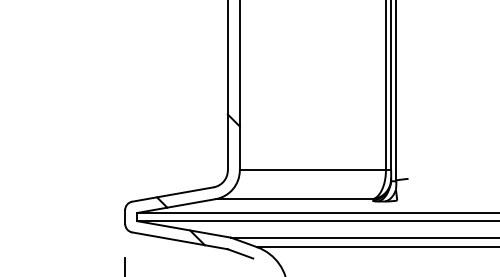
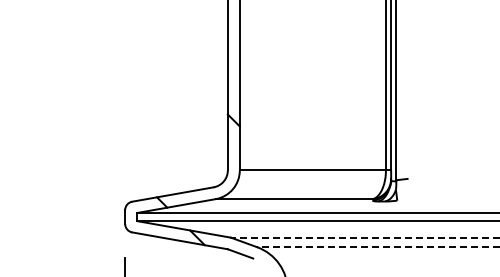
line at (364, 237): solid -> dashed
line at (378, 247): solid -> dashed
